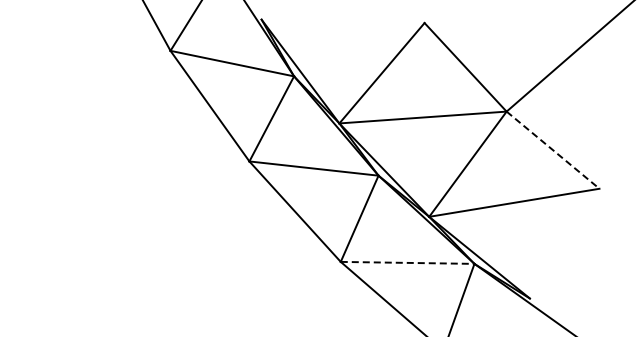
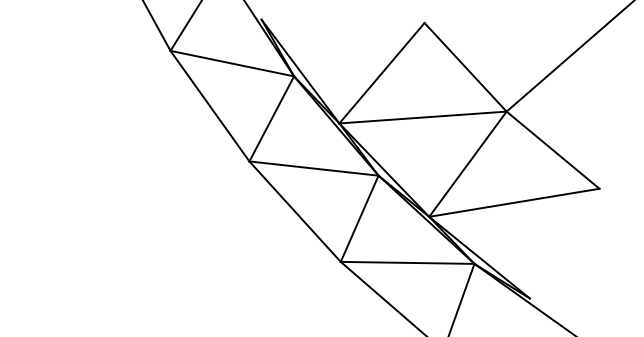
line at (553, 150): dashed -> solid
line at (407, 262): dashed -> solid
